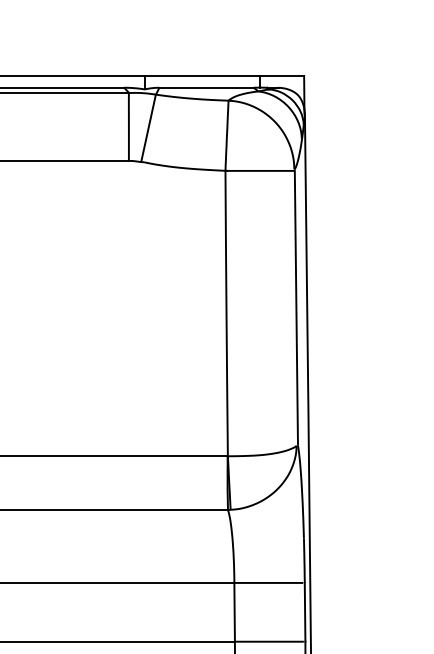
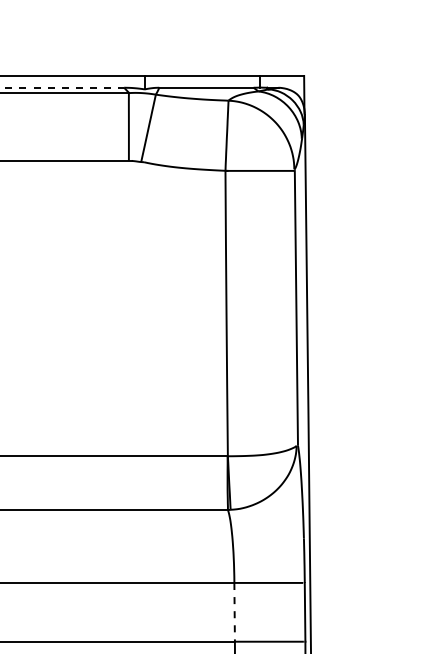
line at (62, 87): solid -> dashed
line at (234, 612): solid -> dashed
